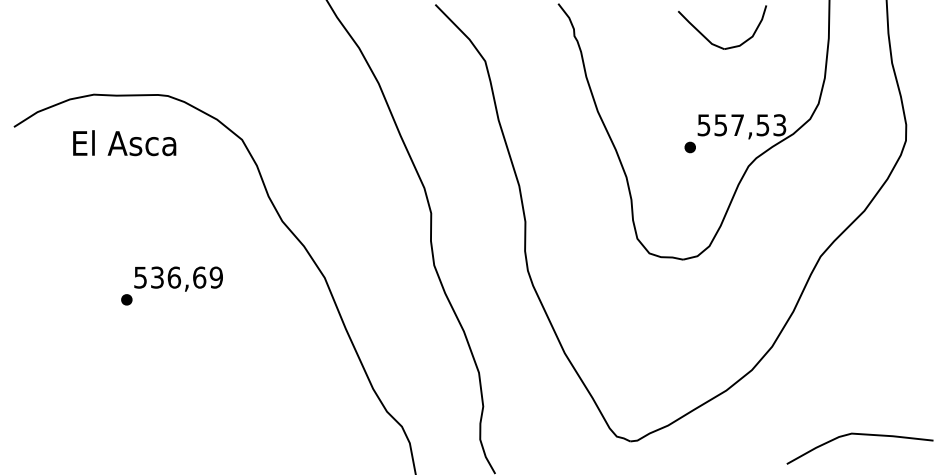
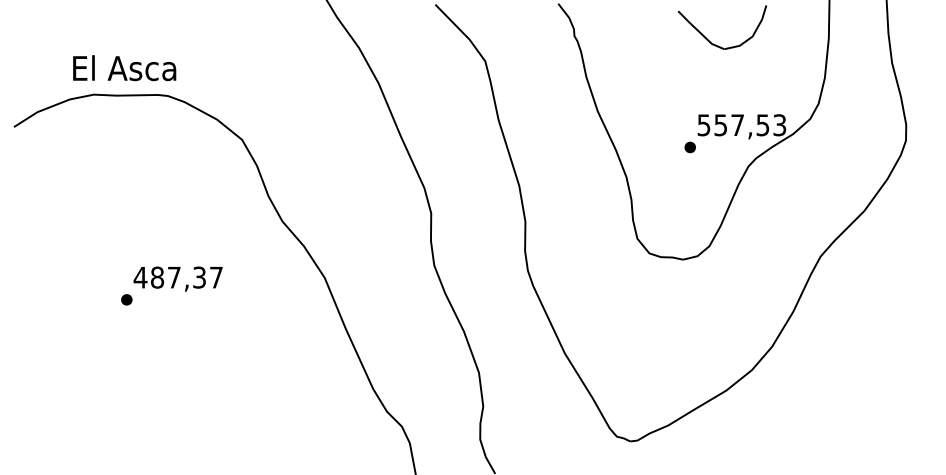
text at (124, 143) position: (124, 143) -> (124, 68)
text at (177, 277): 536,69 -> 487,37
curve at (860, 435): present -> none
